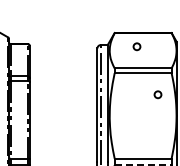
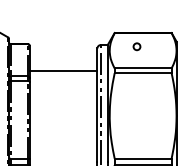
line at (63, 71): none -> present
circle at (157, 94): present -> none
line at (143, 165): dashed -> solid
